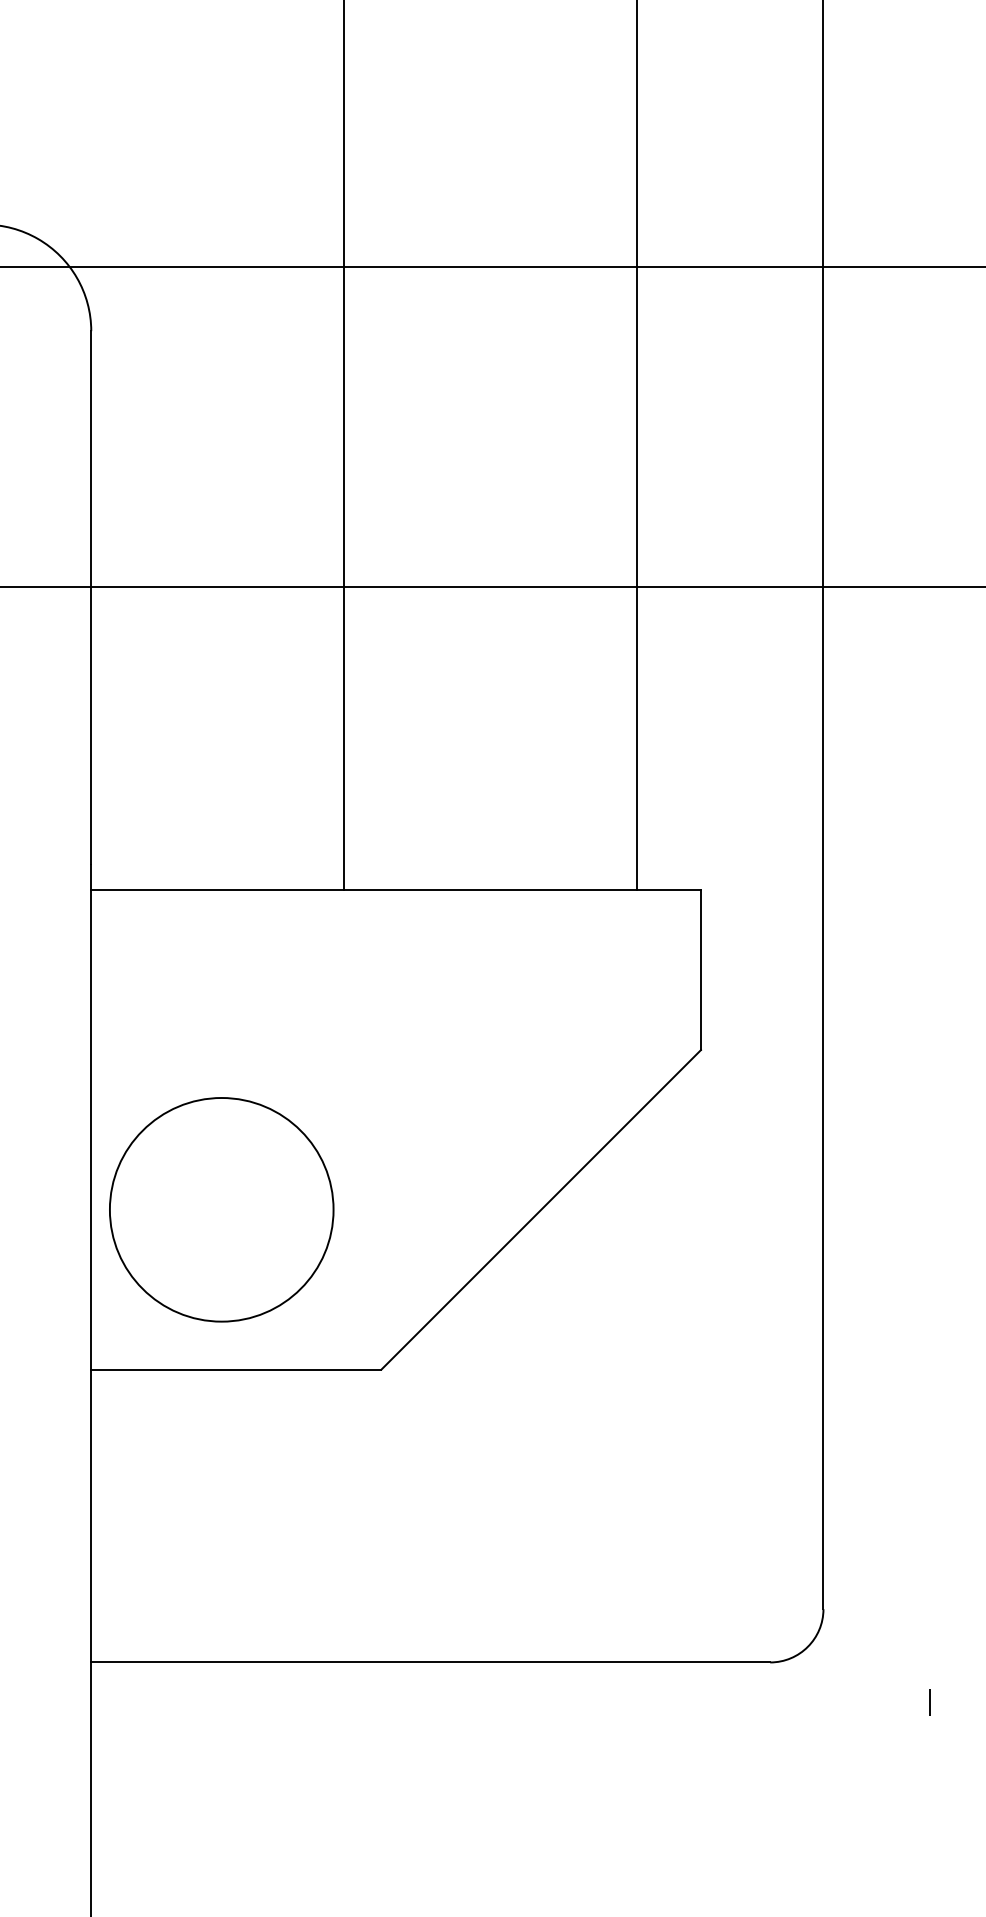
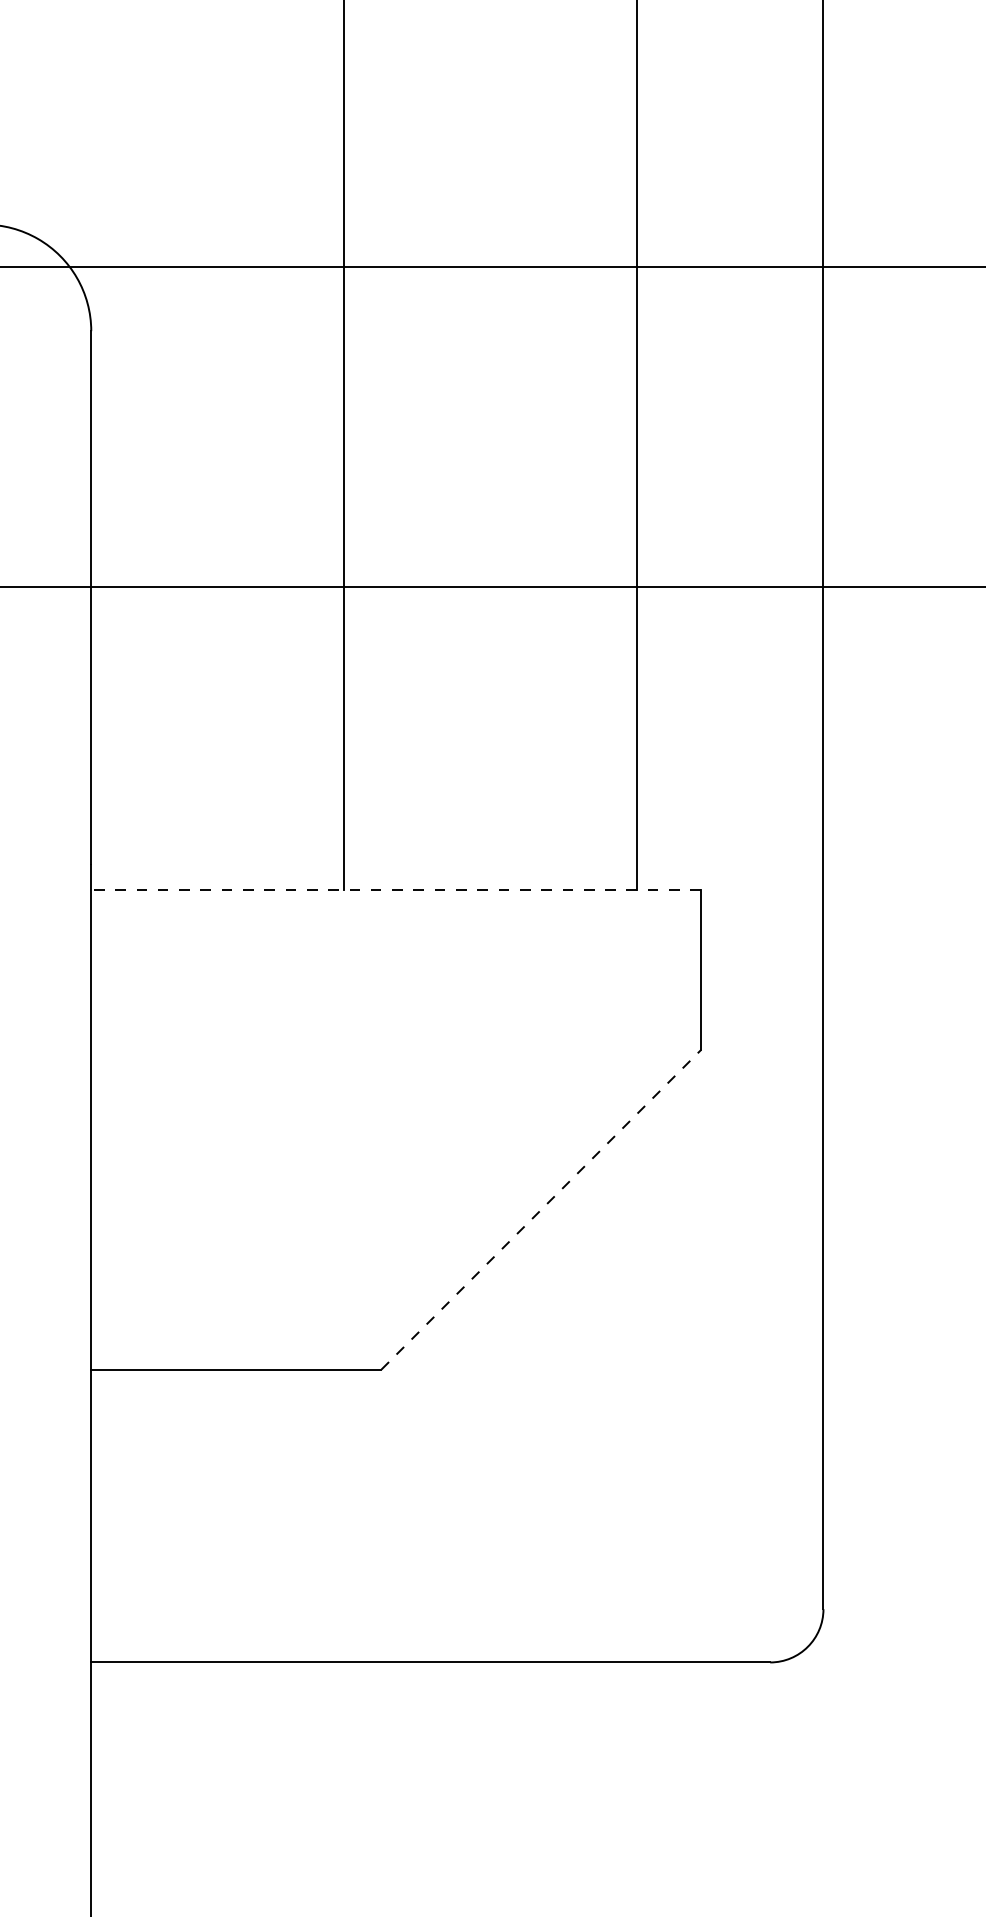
line at (396, 890): solid -> dashed
circle at (221, 1209): present -> none
line at (541, 1209): solid -> dashed
line at (929, 1702): present -> none
